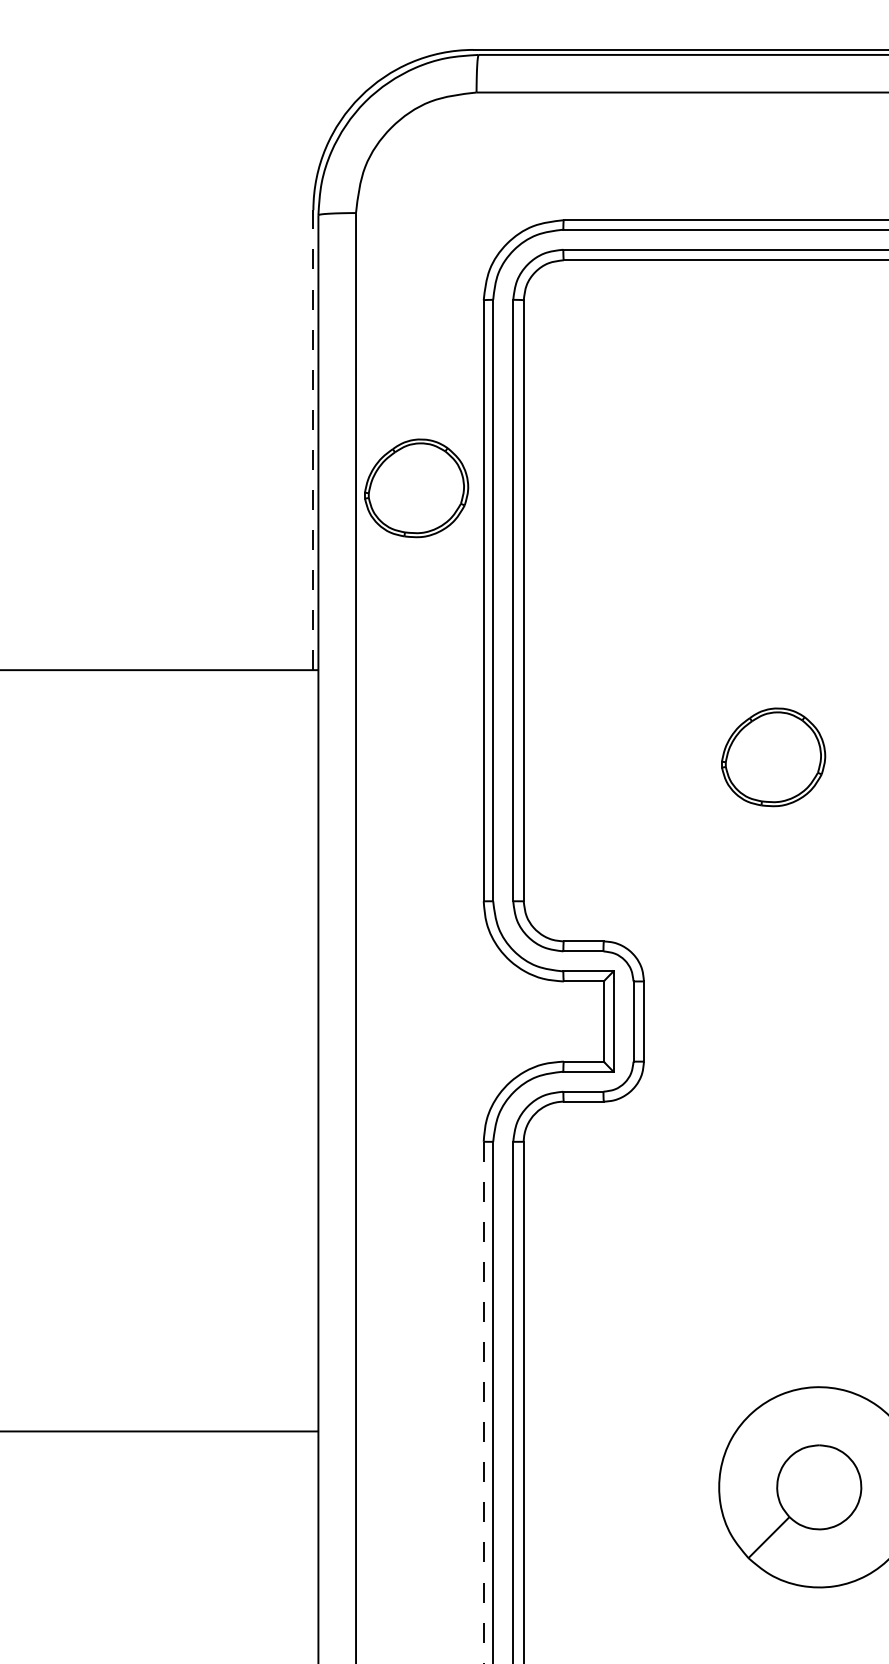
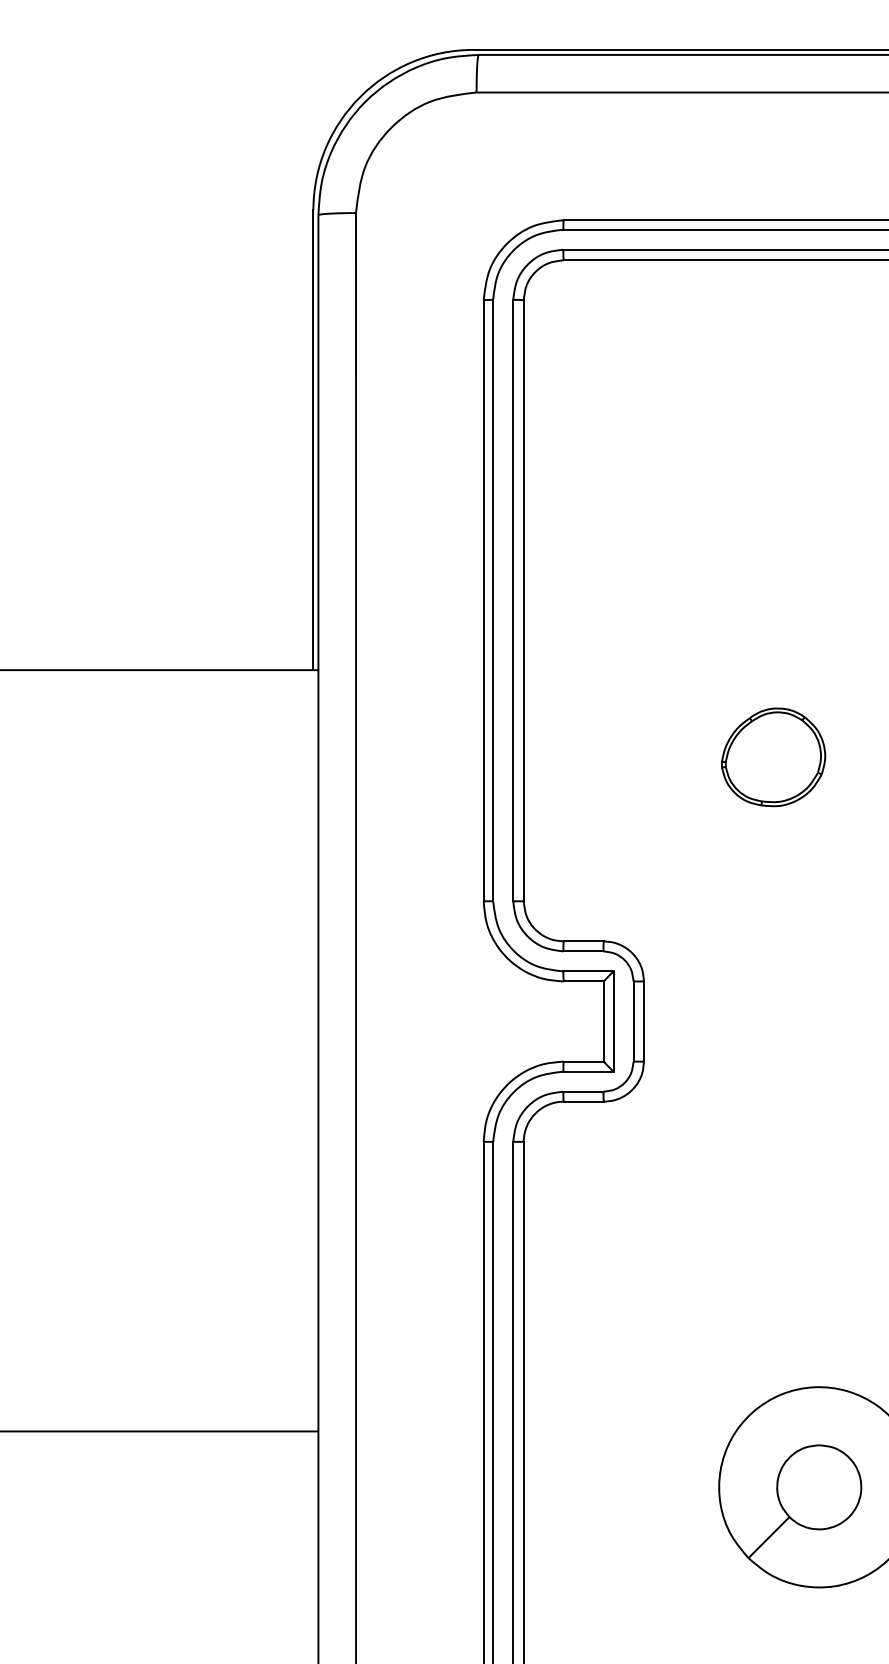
line at (313, 440): dashed -> solid
part at (416, 488): present -> none
line at (483, 1403): dashed -> solid
